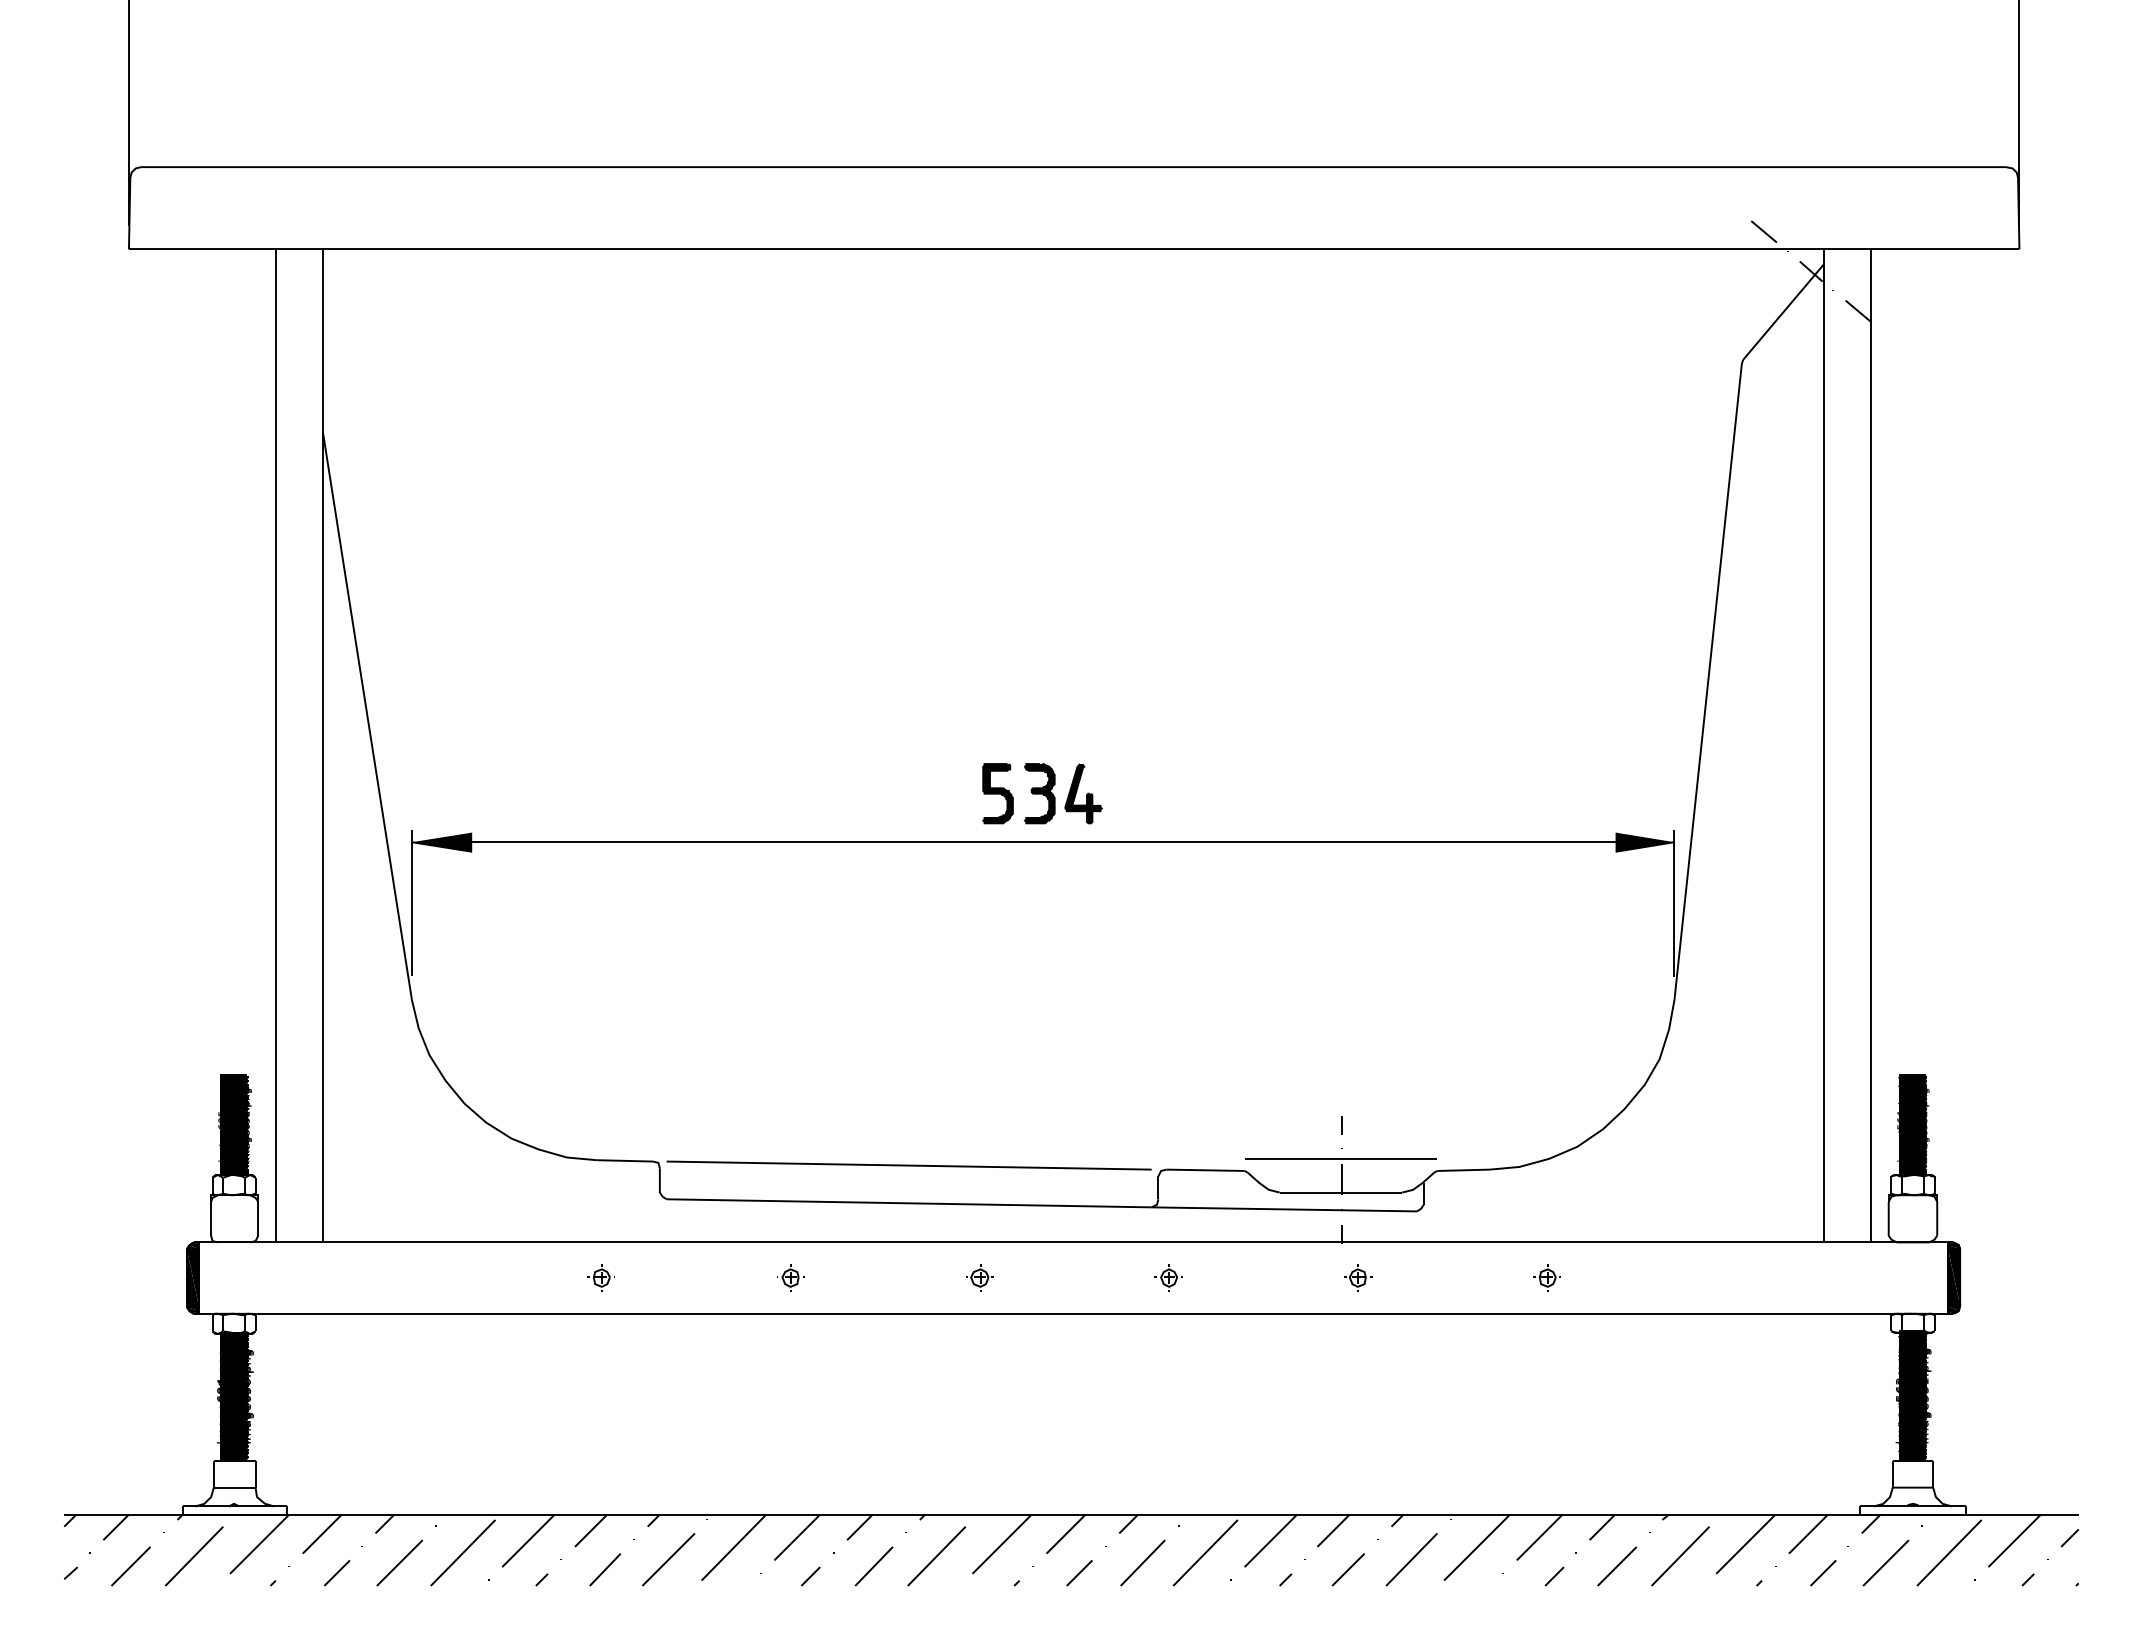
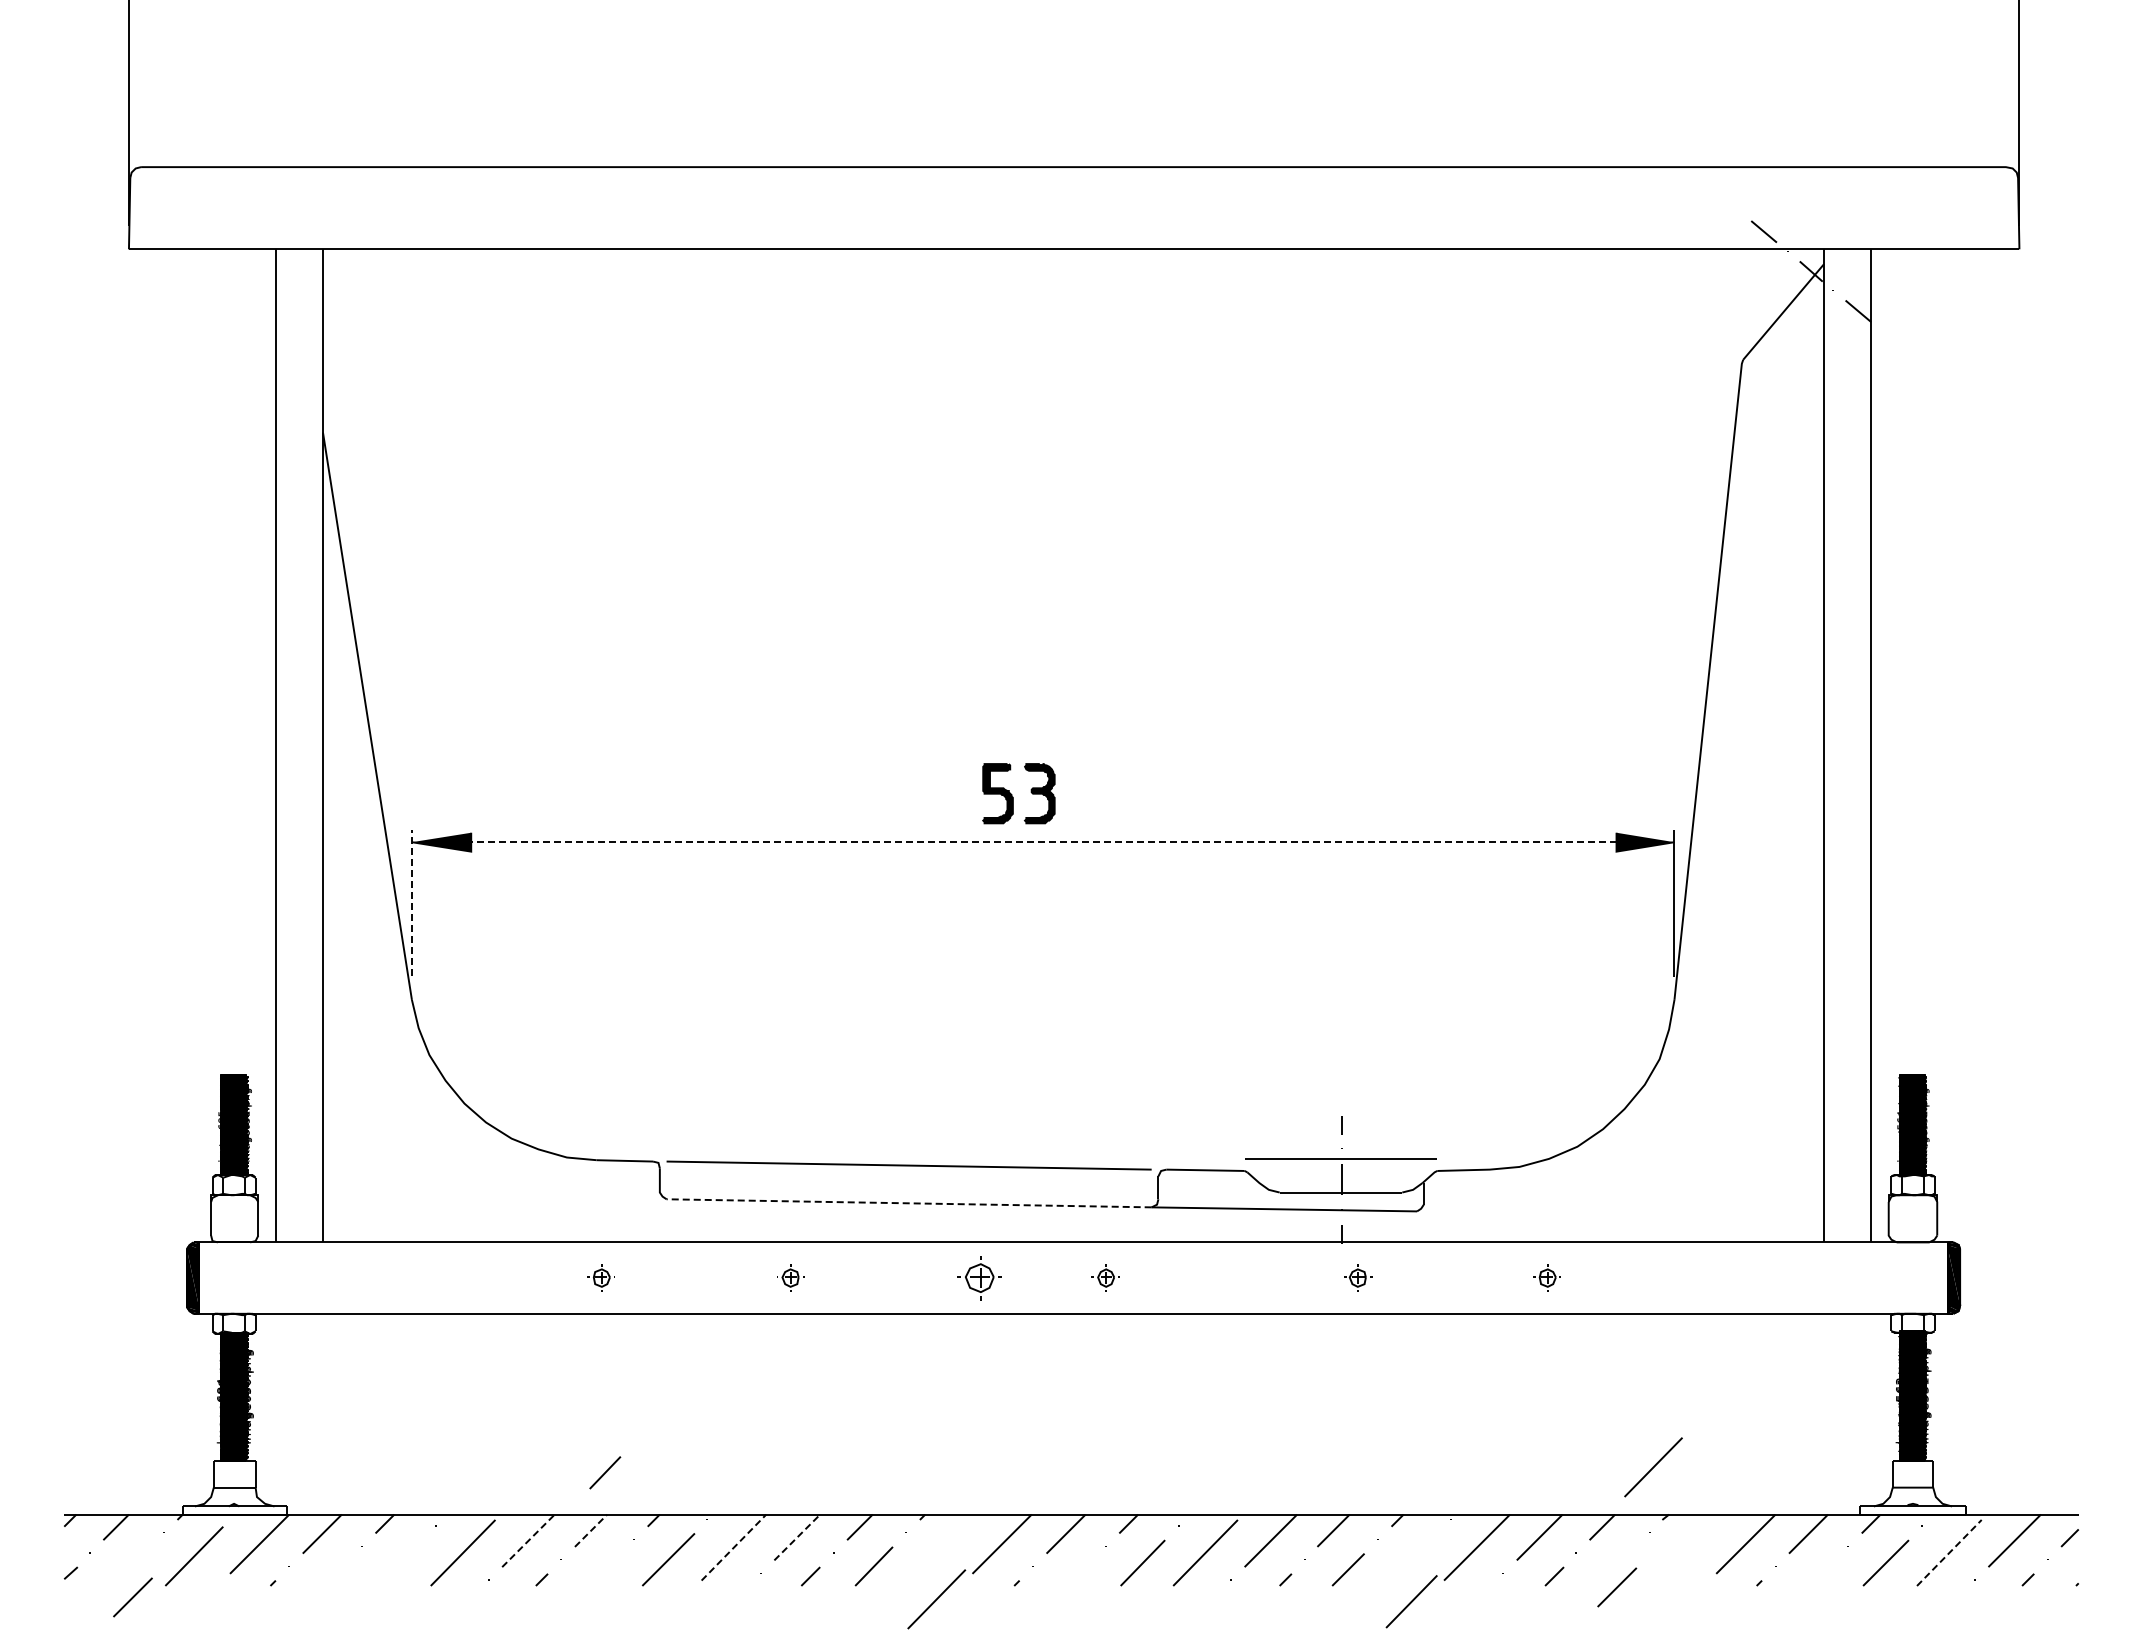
part at (1083, 793): present -> none
line at (1043, 842): solid -> dashed
line at (411, 902): solid -> dashed
line at (909, 1203): solid -> dashed
part at (979, 1277) size: 28x28 px -> 45x45 px
part at (1168, 1277) position: (1168, 1277) -> (1105, 1277)
line at (591, 1530): solid -> dashed
line at (797, 1537): solid -> dashed
line at (528, 1540): solid -> dashed
line at (734, 1547): solid -> dashed
line at (1949, 1552): solid -> dashed
line at (936, 1556) position: (936, 1556) -> (936, 1599)
line at (1680, 1556) position: (1680, 1556) -> (1653, 1467)
line at (1411, 1559) position: (1411, 1559) -> (1411, 1601)
line at (399, 1562): present -> none
line at (130, 1566) position: (130, 1566) -> (132, 1597)
line at (1617, 1566) position: (1617, 1566) -> (1617, 1587)
line at (605, 1569) position: (605, 1569) -> (605, 1472)
line at (337, 1573): present -> none
line at (1079, 1573): present -> none
line at (1823, 1573): present -> none
